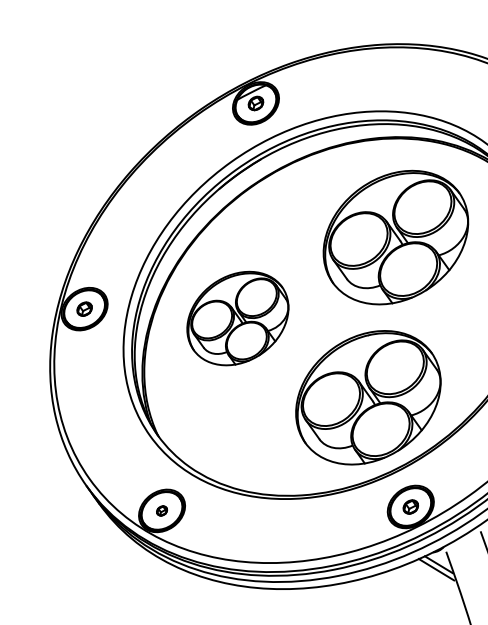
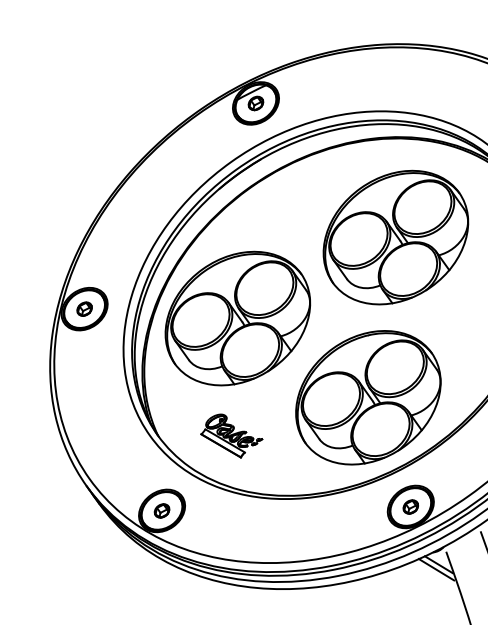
part at (237, 318) size: 104x97 px -> 148x137 px
part at (231, 435): none -> present
part at (161, 510) size: 12x12 px -> 18x16 px
